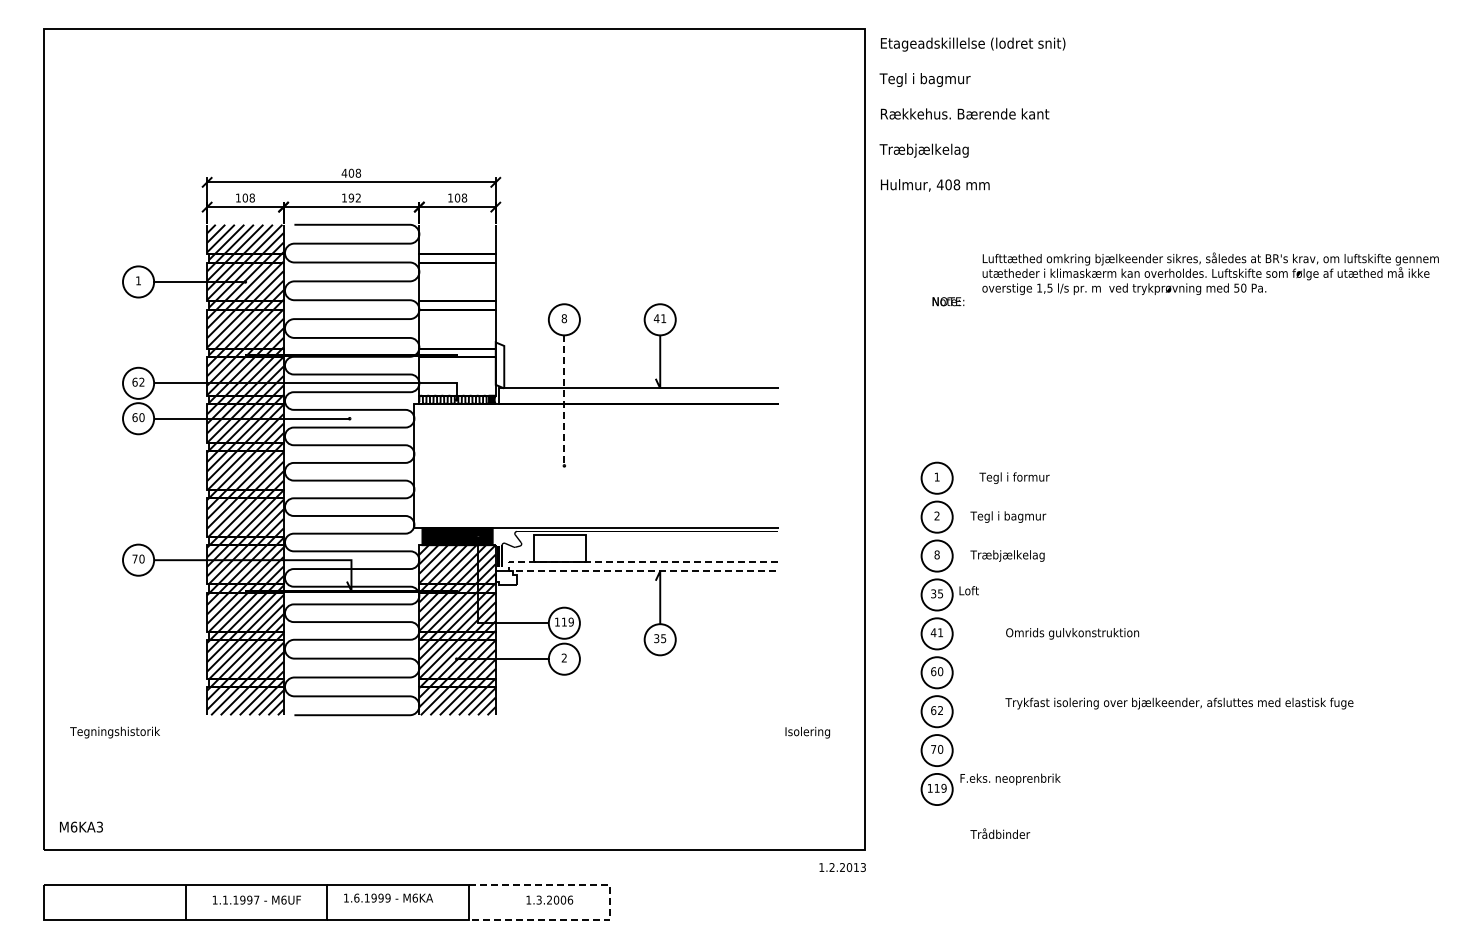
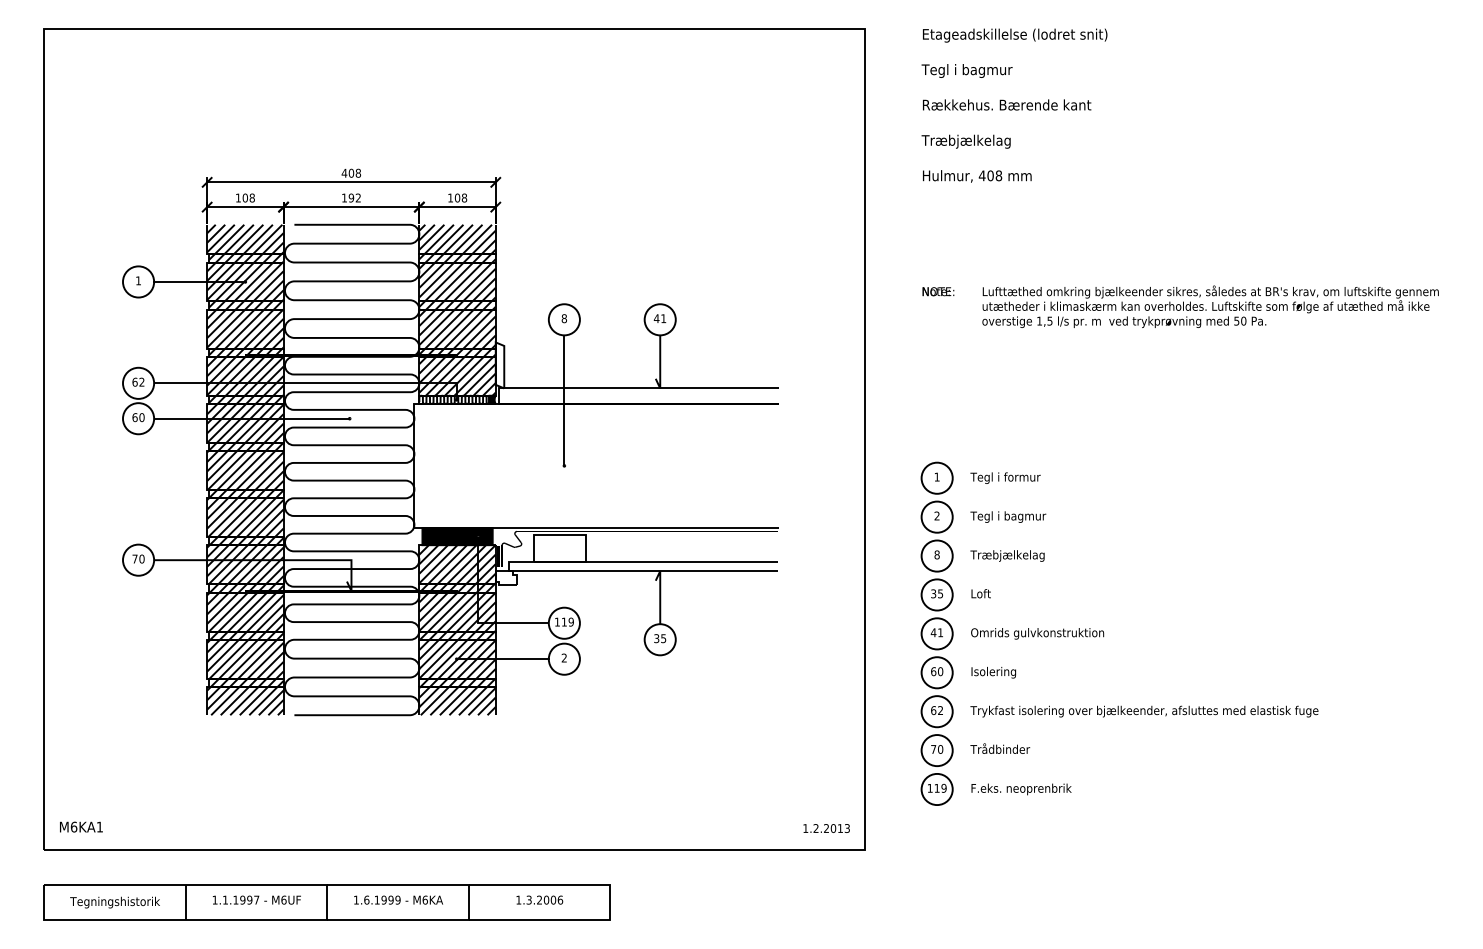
text at (972, 114) position: (972, 114) -> (1014, 105)
text at (1210, 273) position: (1210, 273) -> (1210, 306)
text at (948, 301) position: (948, 301) -> (938, 291)
hatch at (457, 309): none -> present
line at (564, 401): dashed -> solid
text at (1014, 477) position: (1014, 477) -> (1005, 477)
line at (508, 566): dashed -> solid
text at (968, 590) position: (968, 590) -> (980, 593)
text at (1072, 633) position: (1072, 633) -> (1037, 633)
text at (1179, 703) position: (1179, 703) -> (1144, 711)
text at (114, 732) position: (114, 732) -> (114, 902)
text at (807, 732) position: (807, 732) -> (993, 672)
text at (1010, 779) position: (1010, 779) -> (1021, 789)
text at (99, 826): M6KA3 -> M6KA1
text at (1000, 833) position: (1000, 833) -> (1000, 748)
text at (842, 867) position: (842, 867) -> (826, 828)
text at (388, 897) position: (388, 897) -> (398, 899)
text at (549, 899) position: (549, 899) -> (539, 899)
line at (610, 902): dashed -> solid
